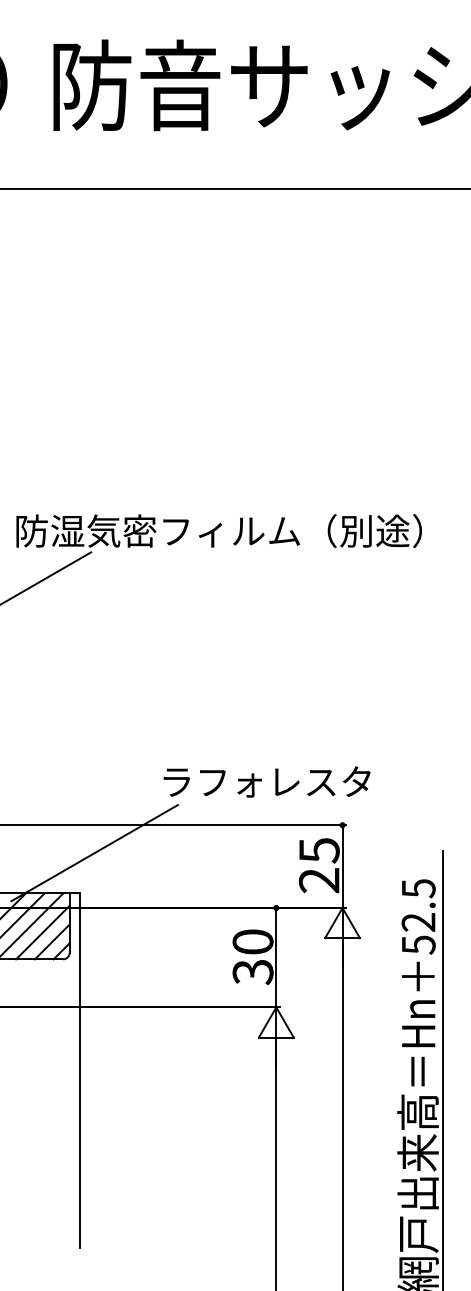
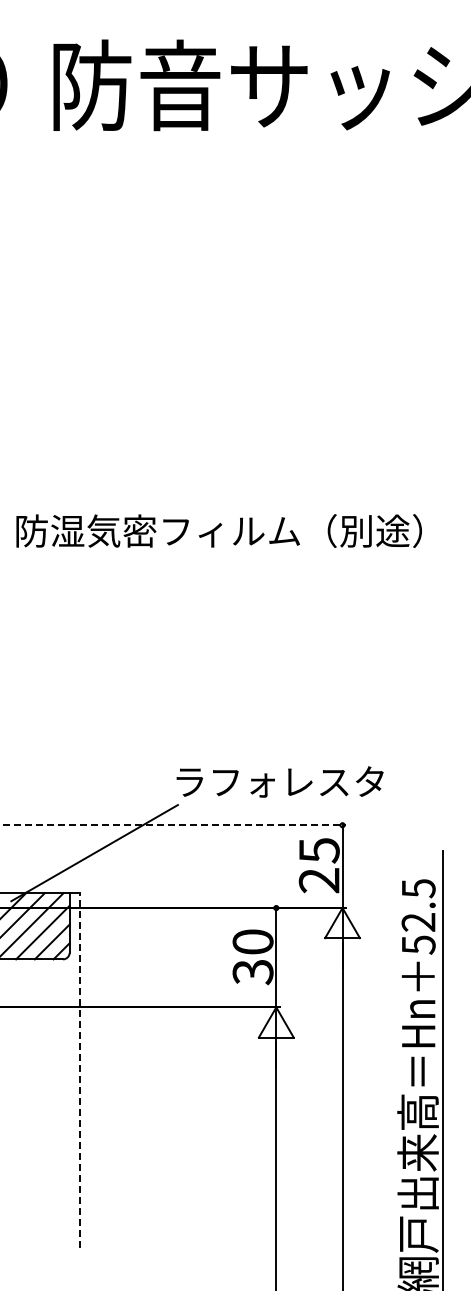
line at (234, 189): present -> none
line at (46, 577): present -> none
text at (266, 781) position: (266, 781) -> (279, 781)
line at (172, 825): solid -> dashed
line at (79, 1070): solid -> dashed
